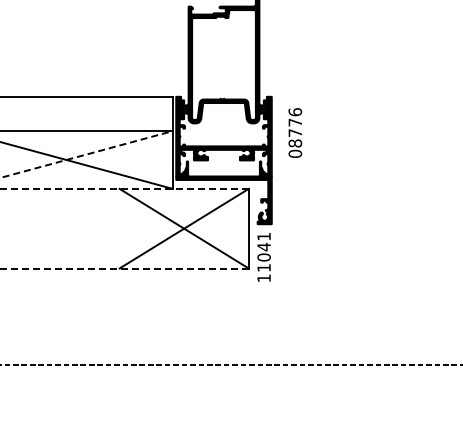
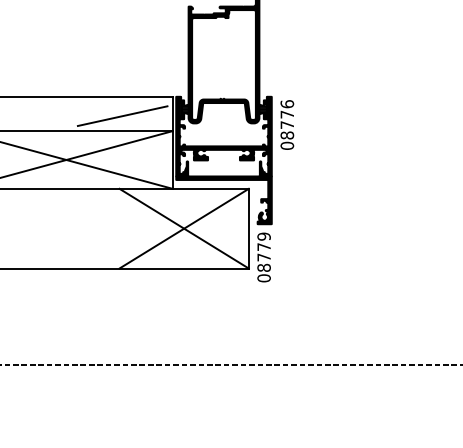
line at (122, 115): none -> present
text at (295, 132) position: (295, 132) -> (287, 124)
line at (87, 154): dashed -> solid
line at (123, 188): dashed -> solid
text at (263, 257): 11041 -> 08779
line at (123, 268): dashed -> solid
